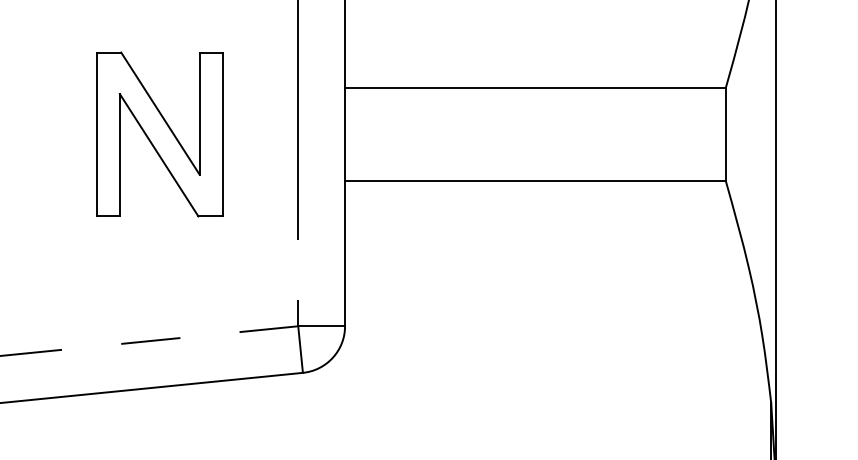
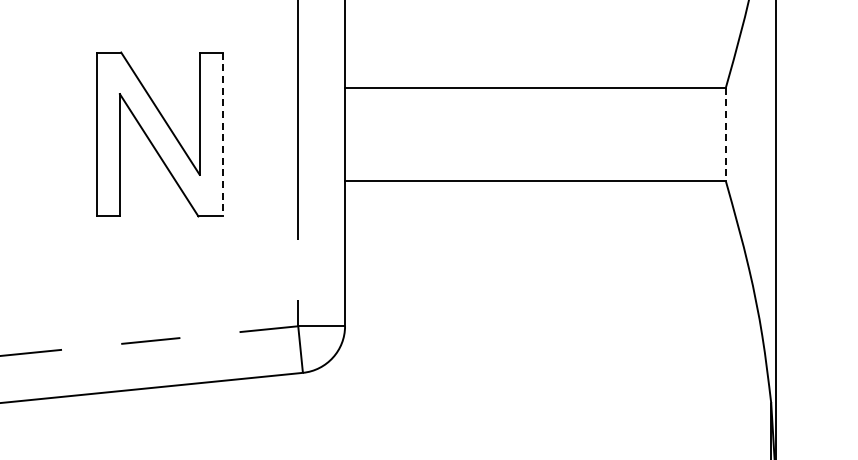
line at (222, 134): solid -> dashed
line at (725, 134): solid -> dashed
